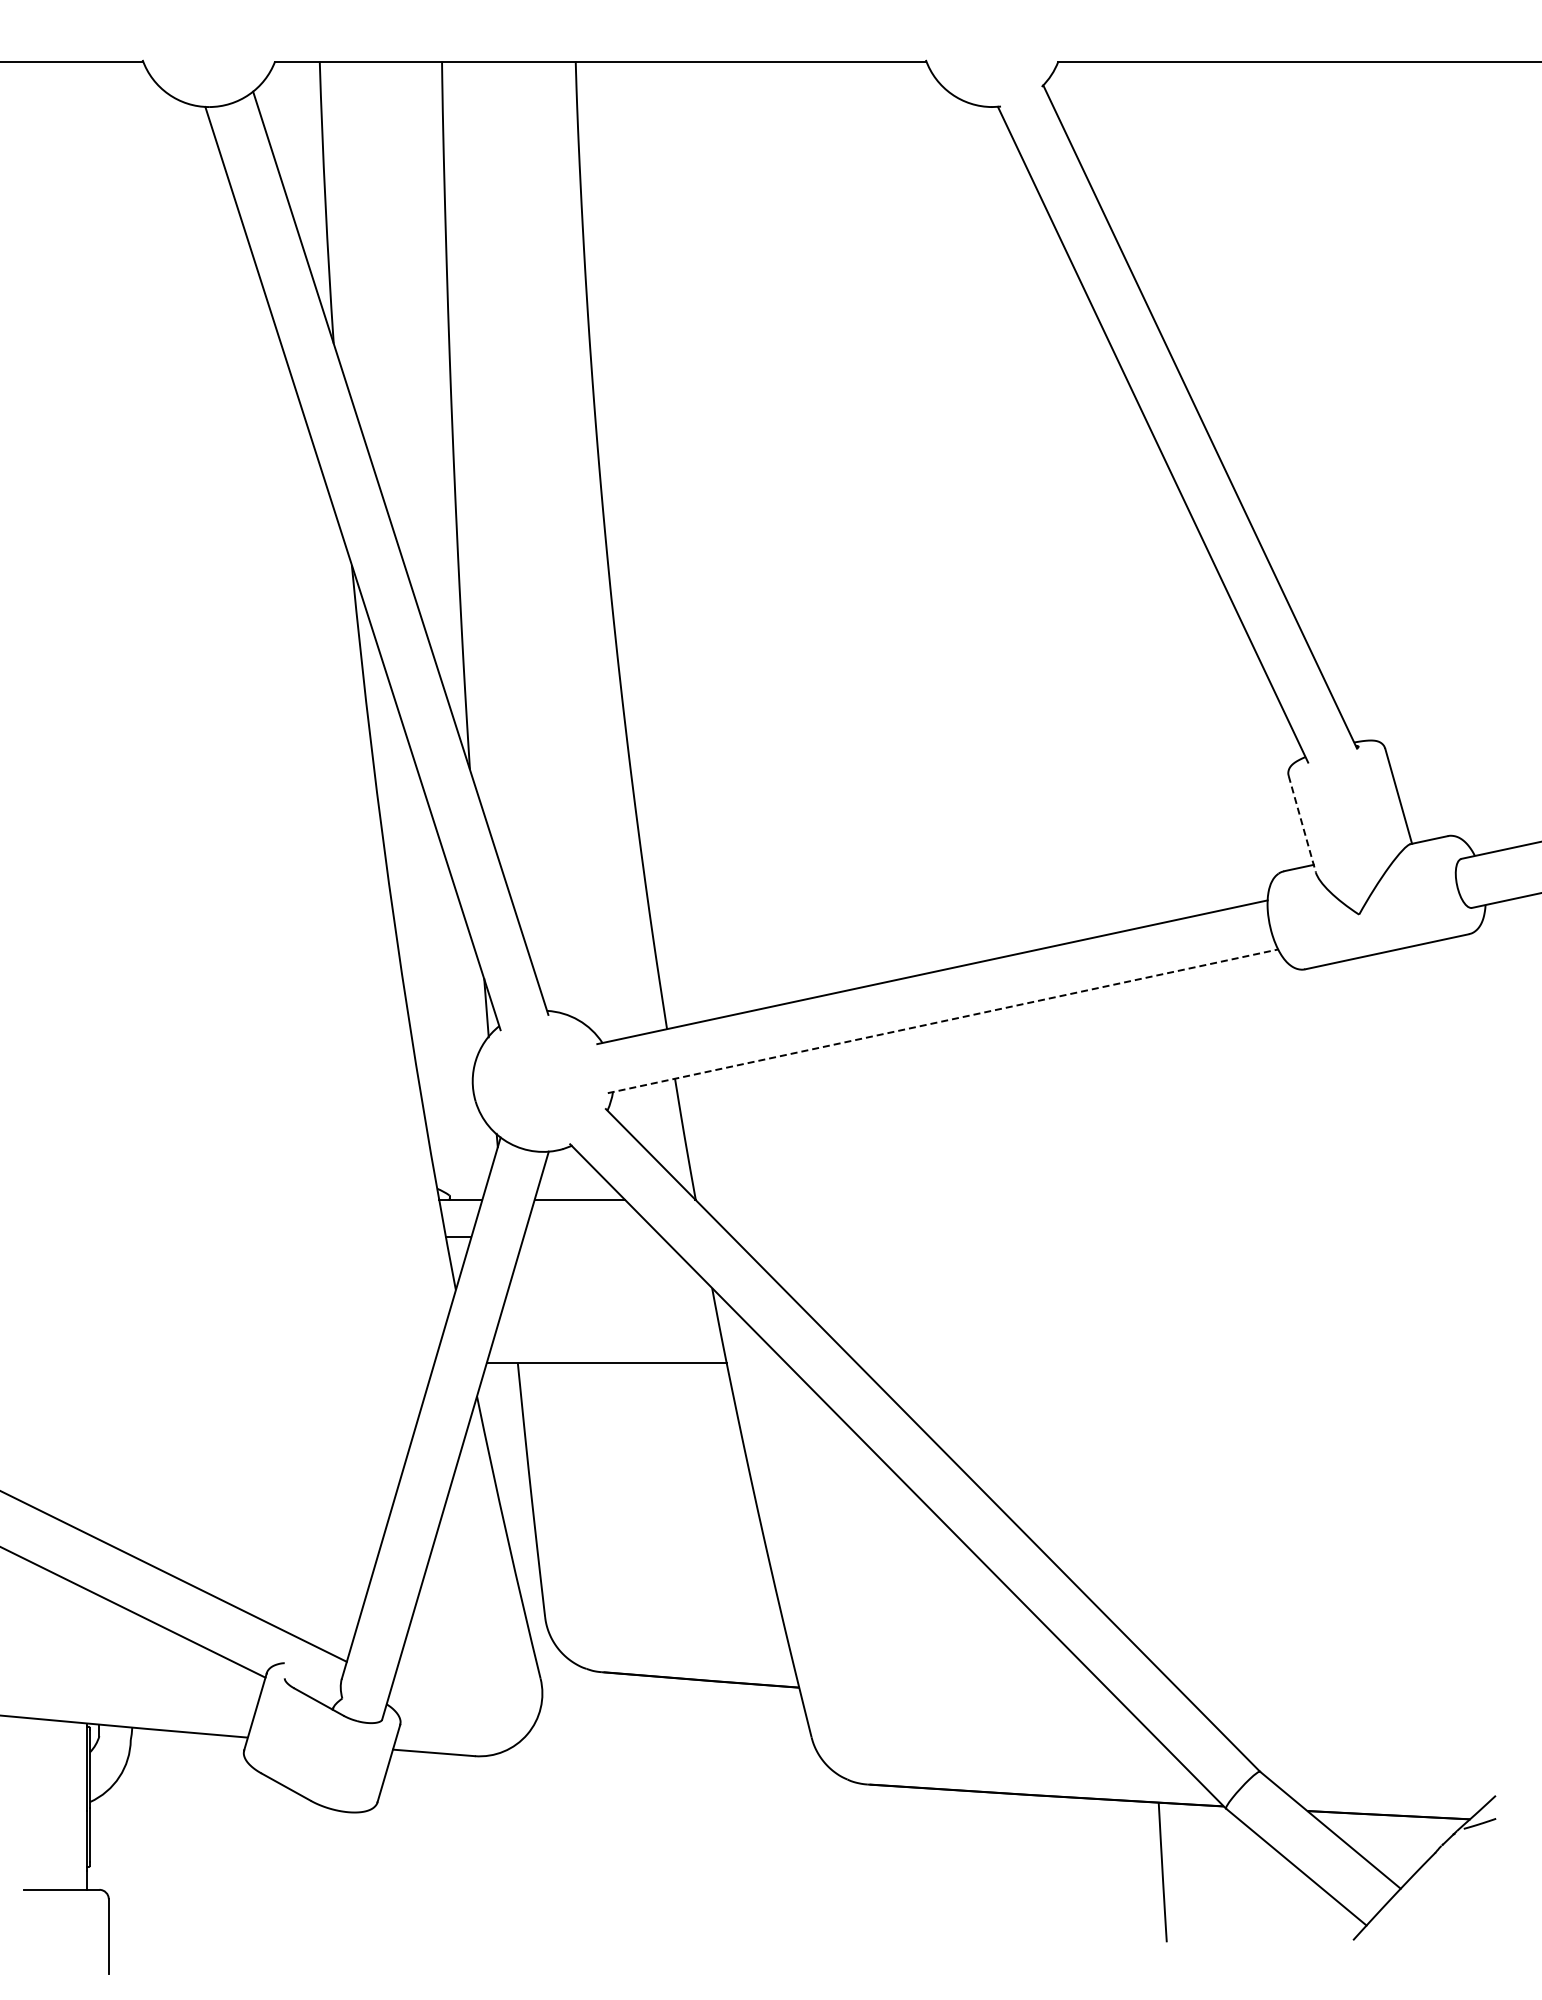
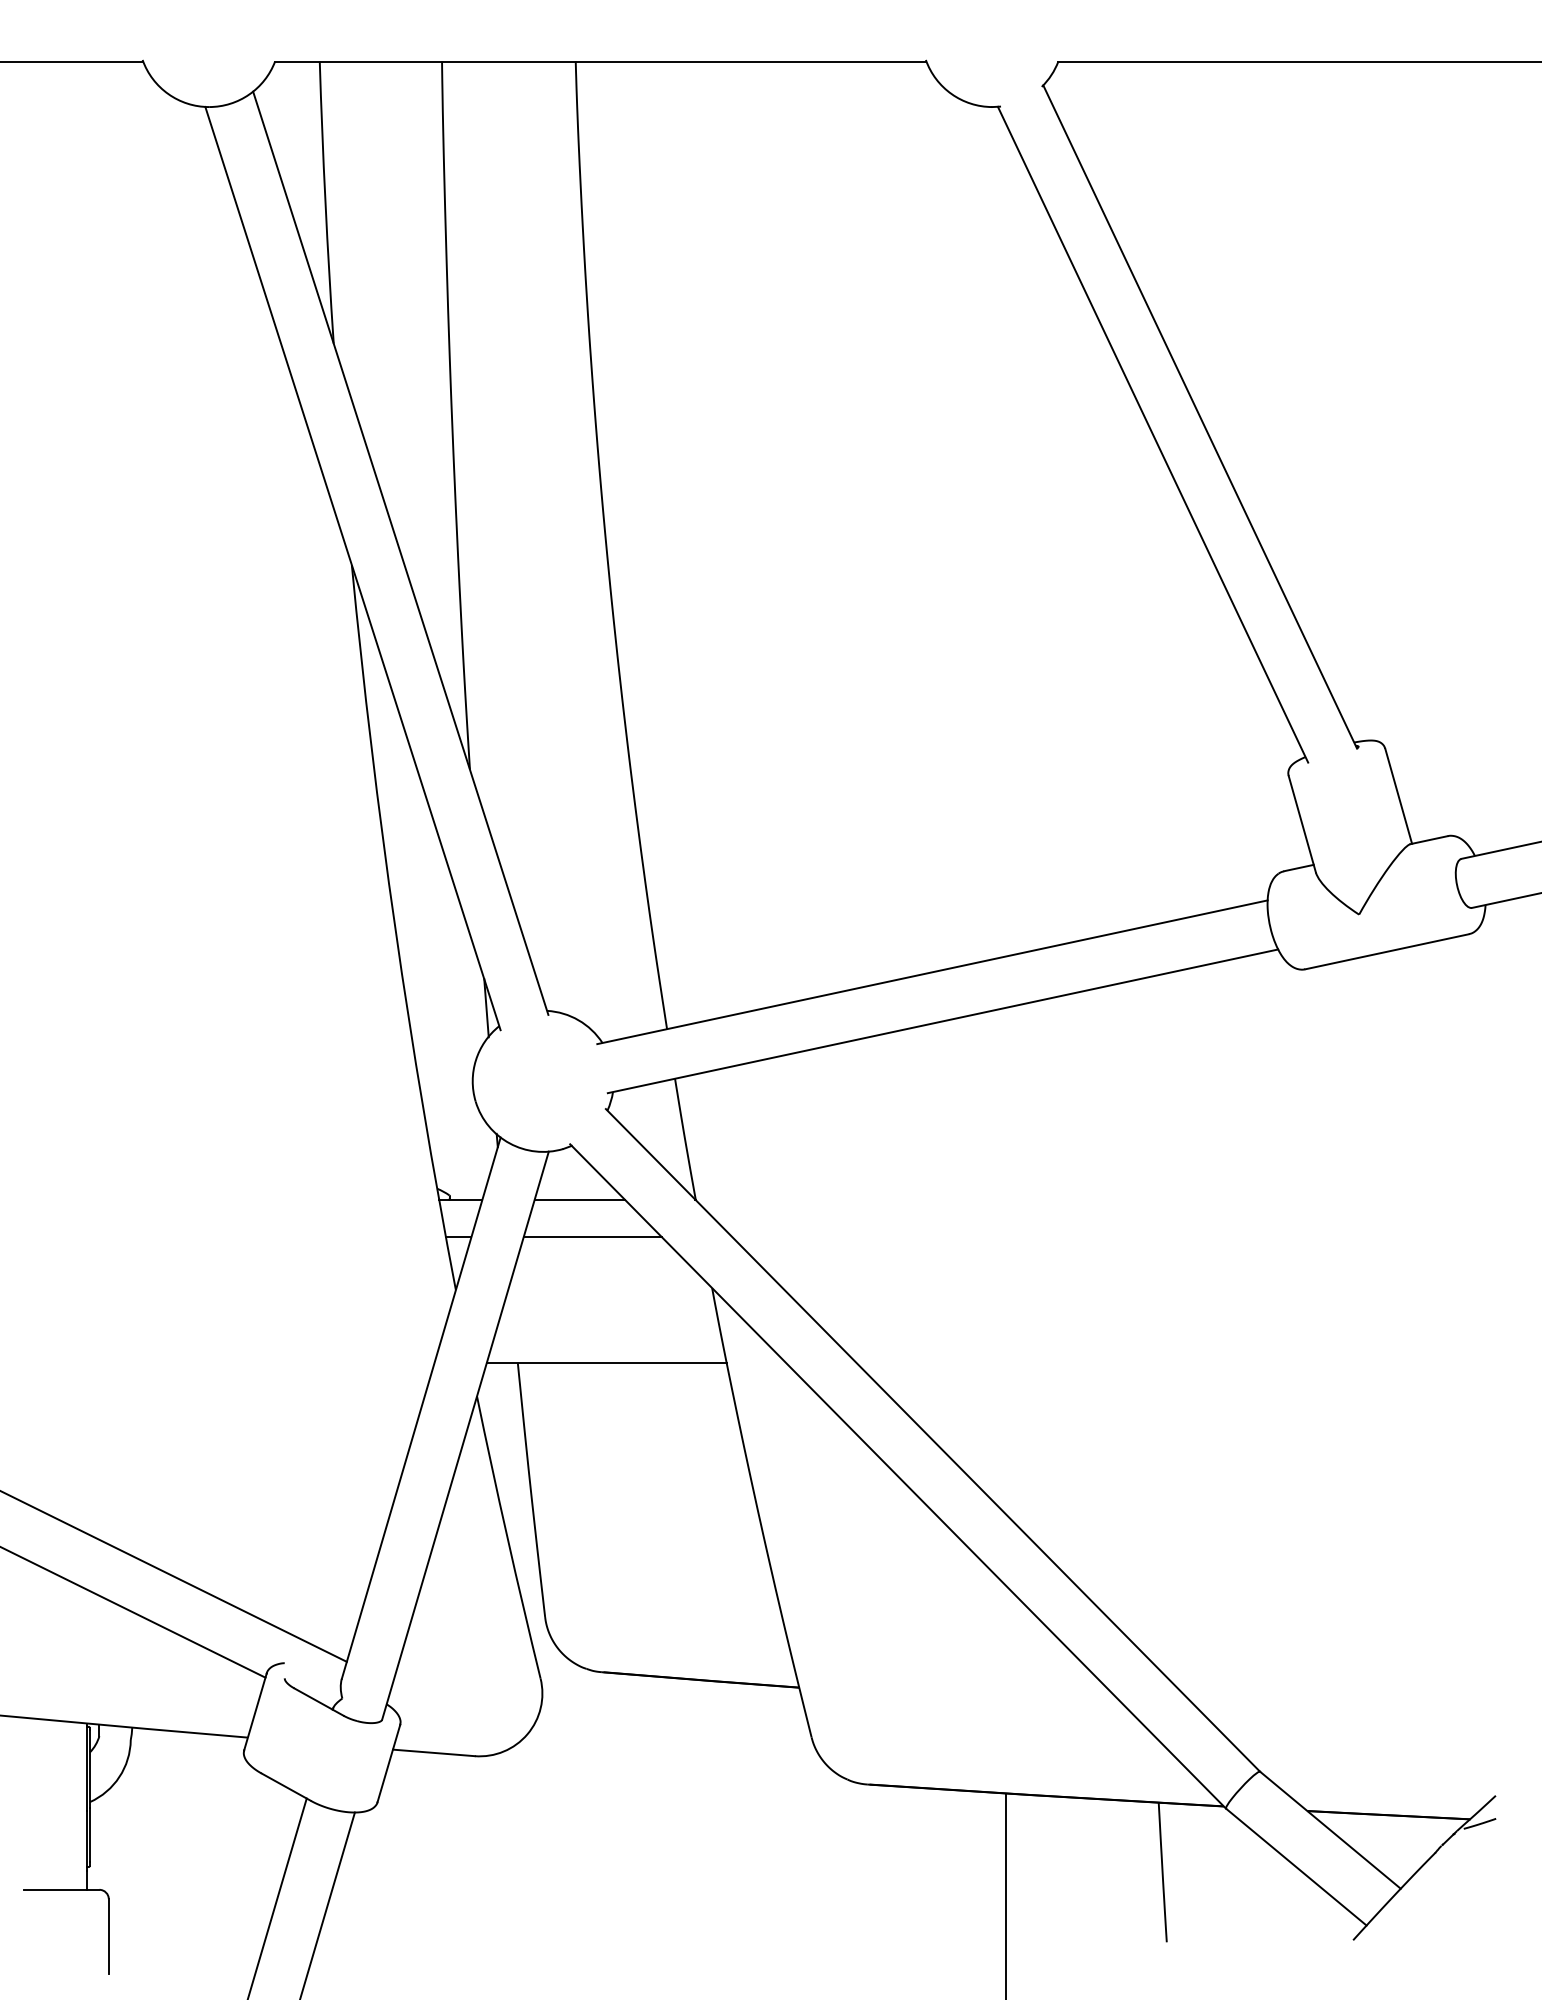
line at (1302, 824): dashed -> solid
line at (943, 1021): dashed -> solid
line at (592, 1237): none -> present
line at (1005, 1894): none -> present
line at (277, 1897): none -> present
line at (327, 1904): none -> present
